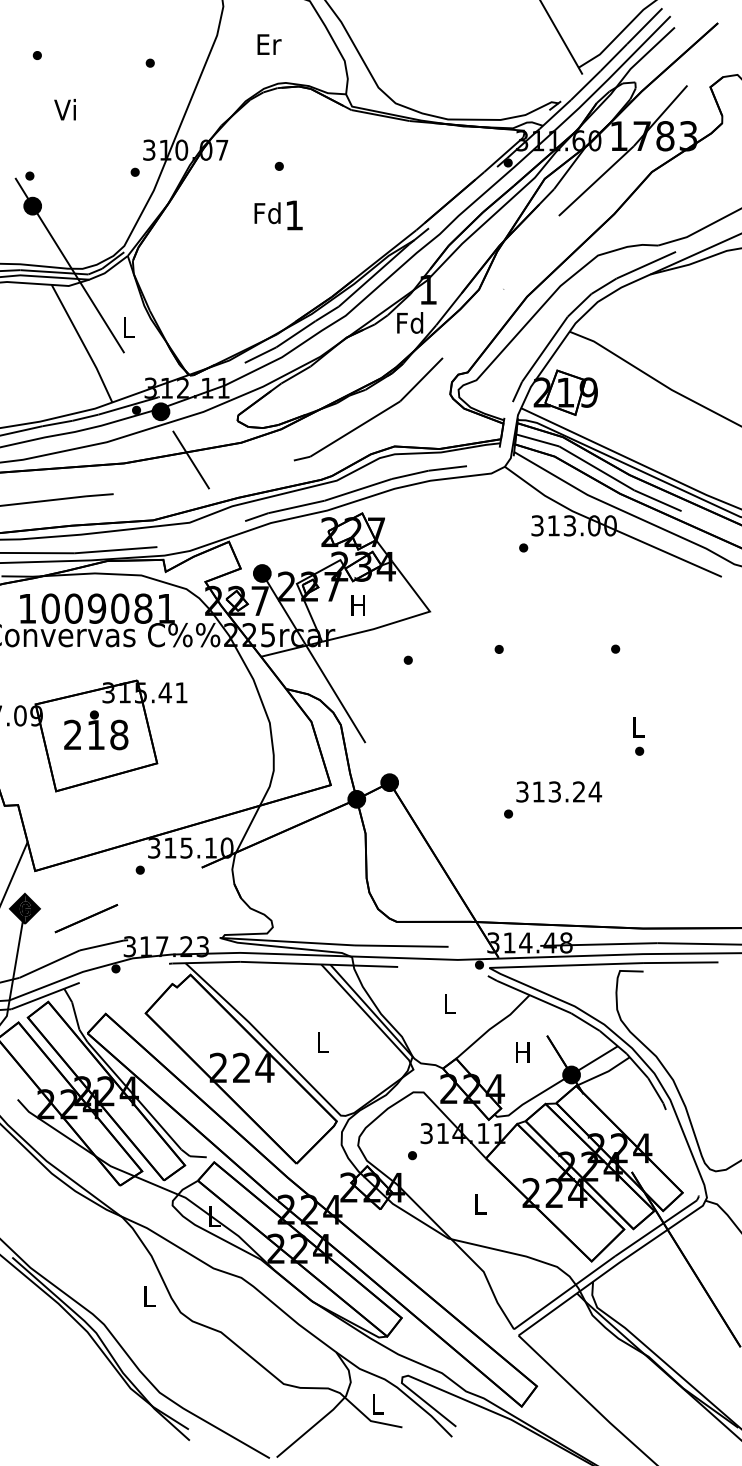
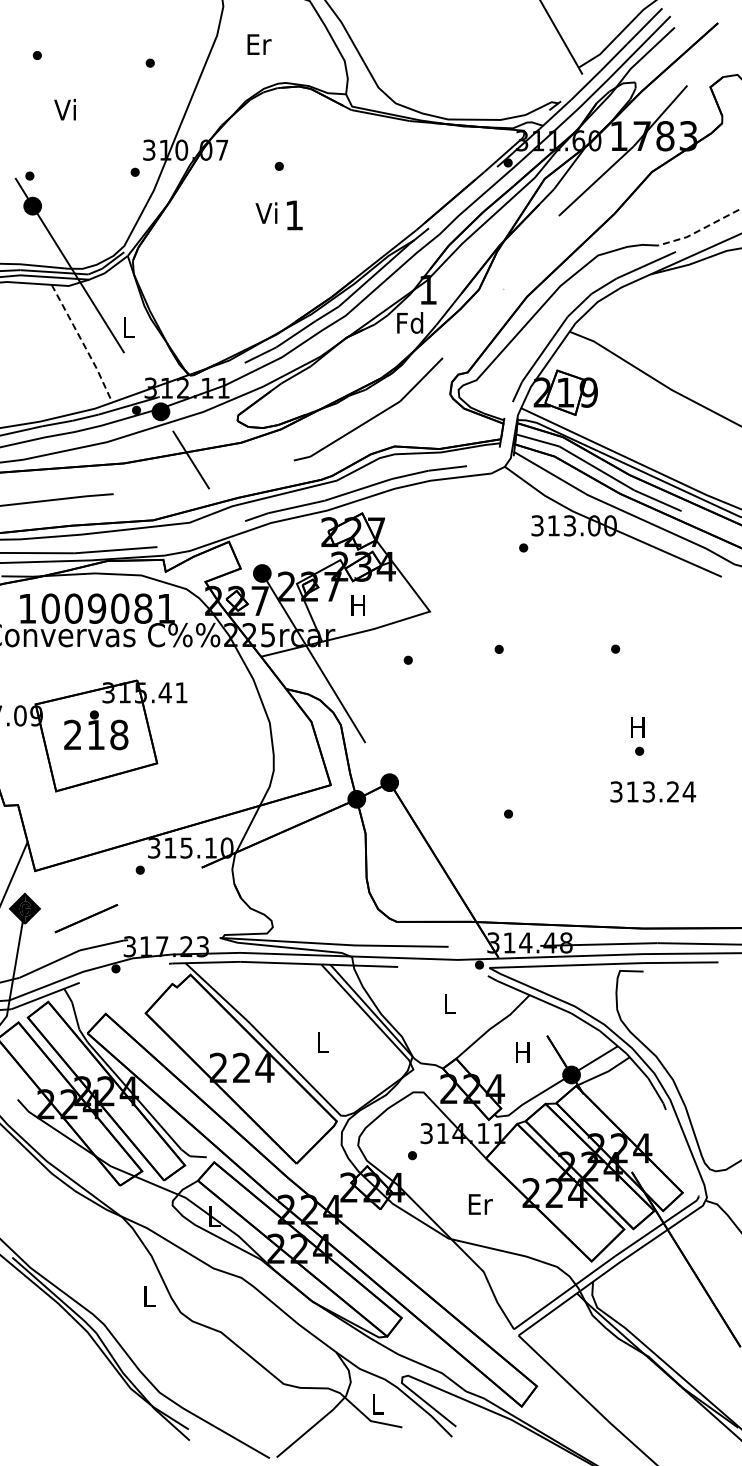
text at (269, 44) position: (269, 44) -> (259, 44)
text at (267, 213): Fd -> Vi
line at (700, 230): solid -> dashed
line at (83, 343): solid -> dashed
text at (637, 727): L -> H
text at (559, 791) position: (559, 791) -> (653, 791)
text at (480, 1204): L -> Er
